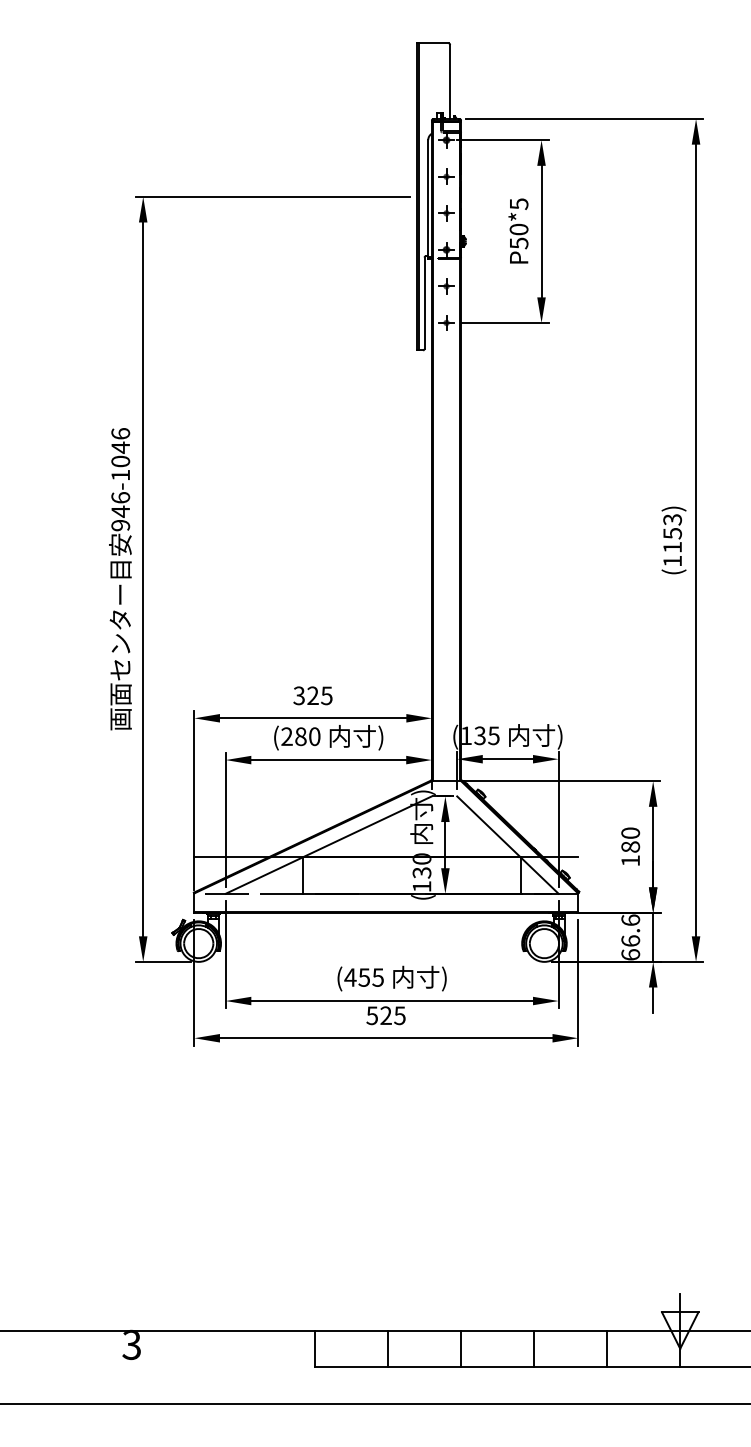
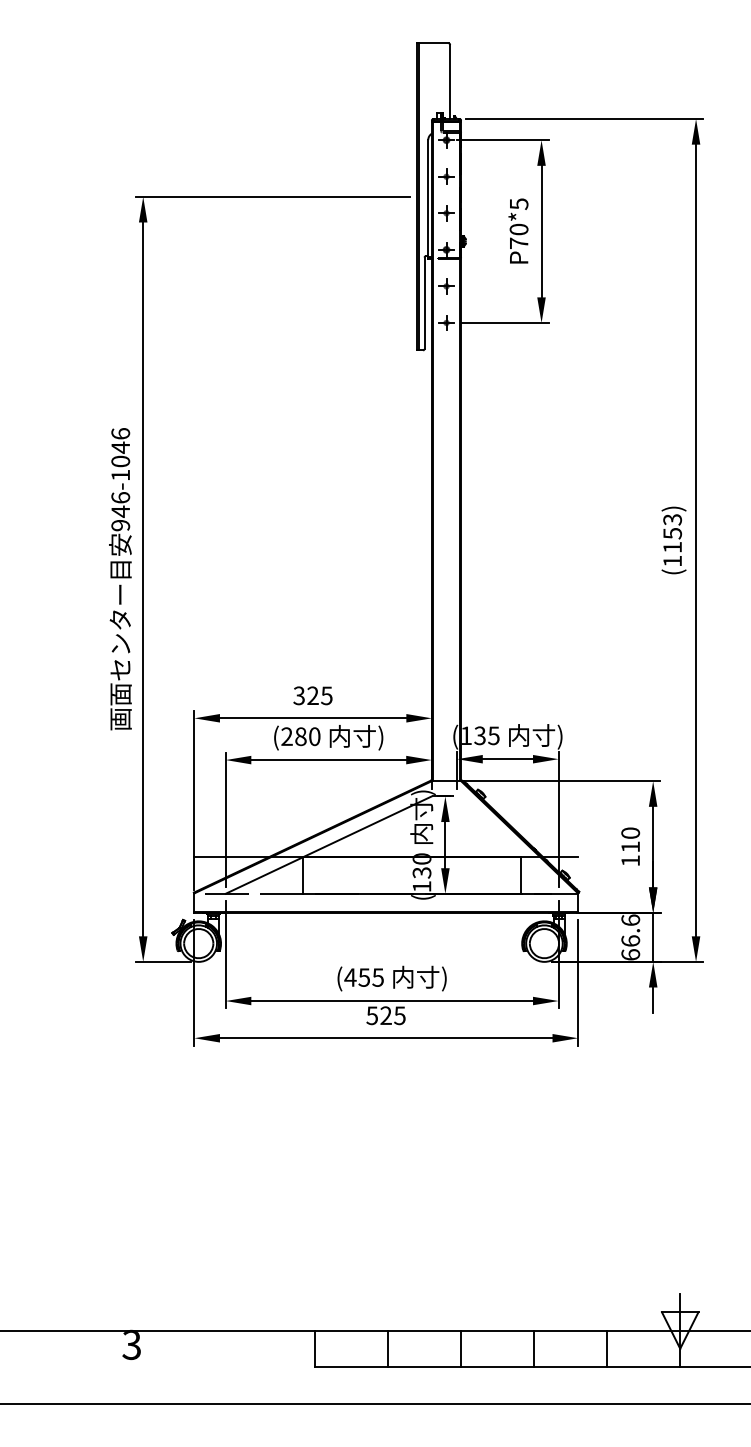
text at (519, 243): P50*5 -> P70*5
line at (507, 844): present -> none
text at (630, 846): 180 -> 110
